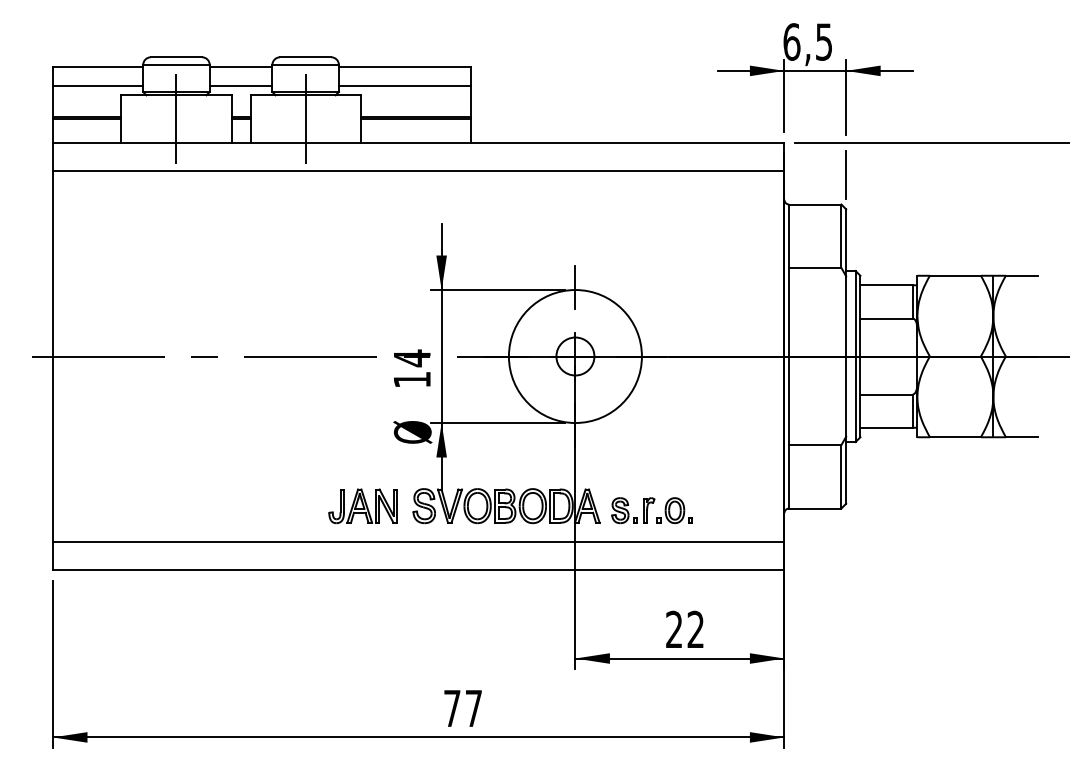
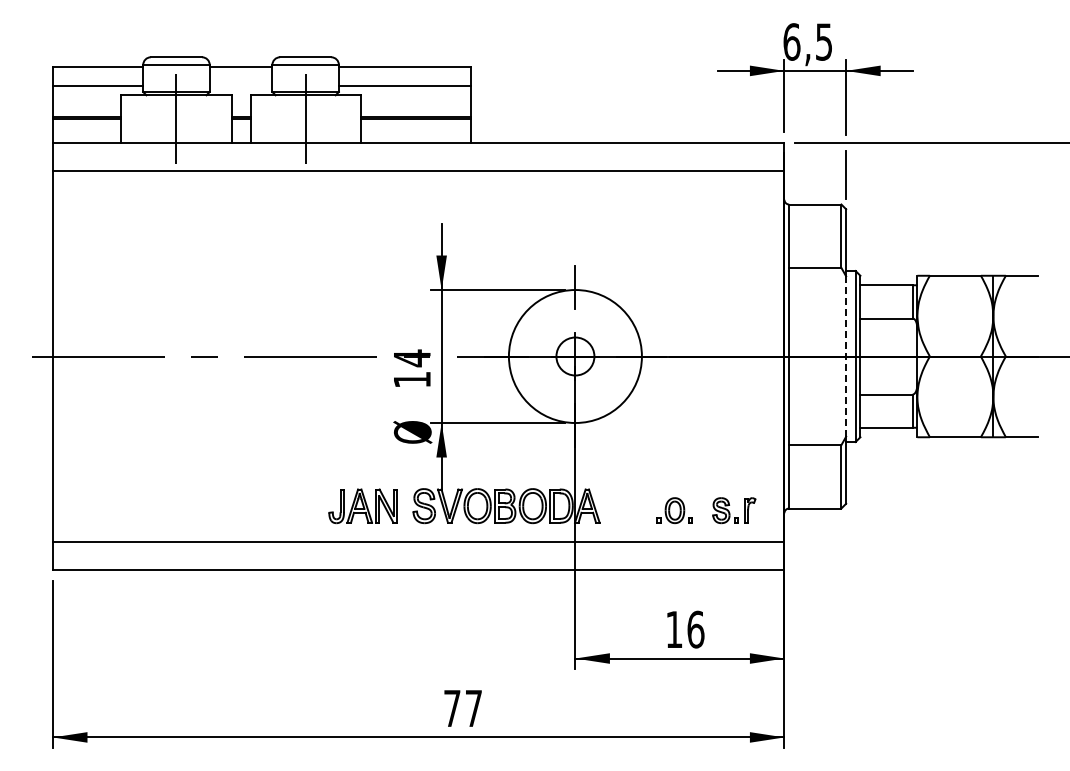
line at (240, 85): present -> none
line at (846, 357): solid -> dashed
part at (633, 510) position: (633, 510) -> (734, 510)
text at (685, 629): 22 -> 16
